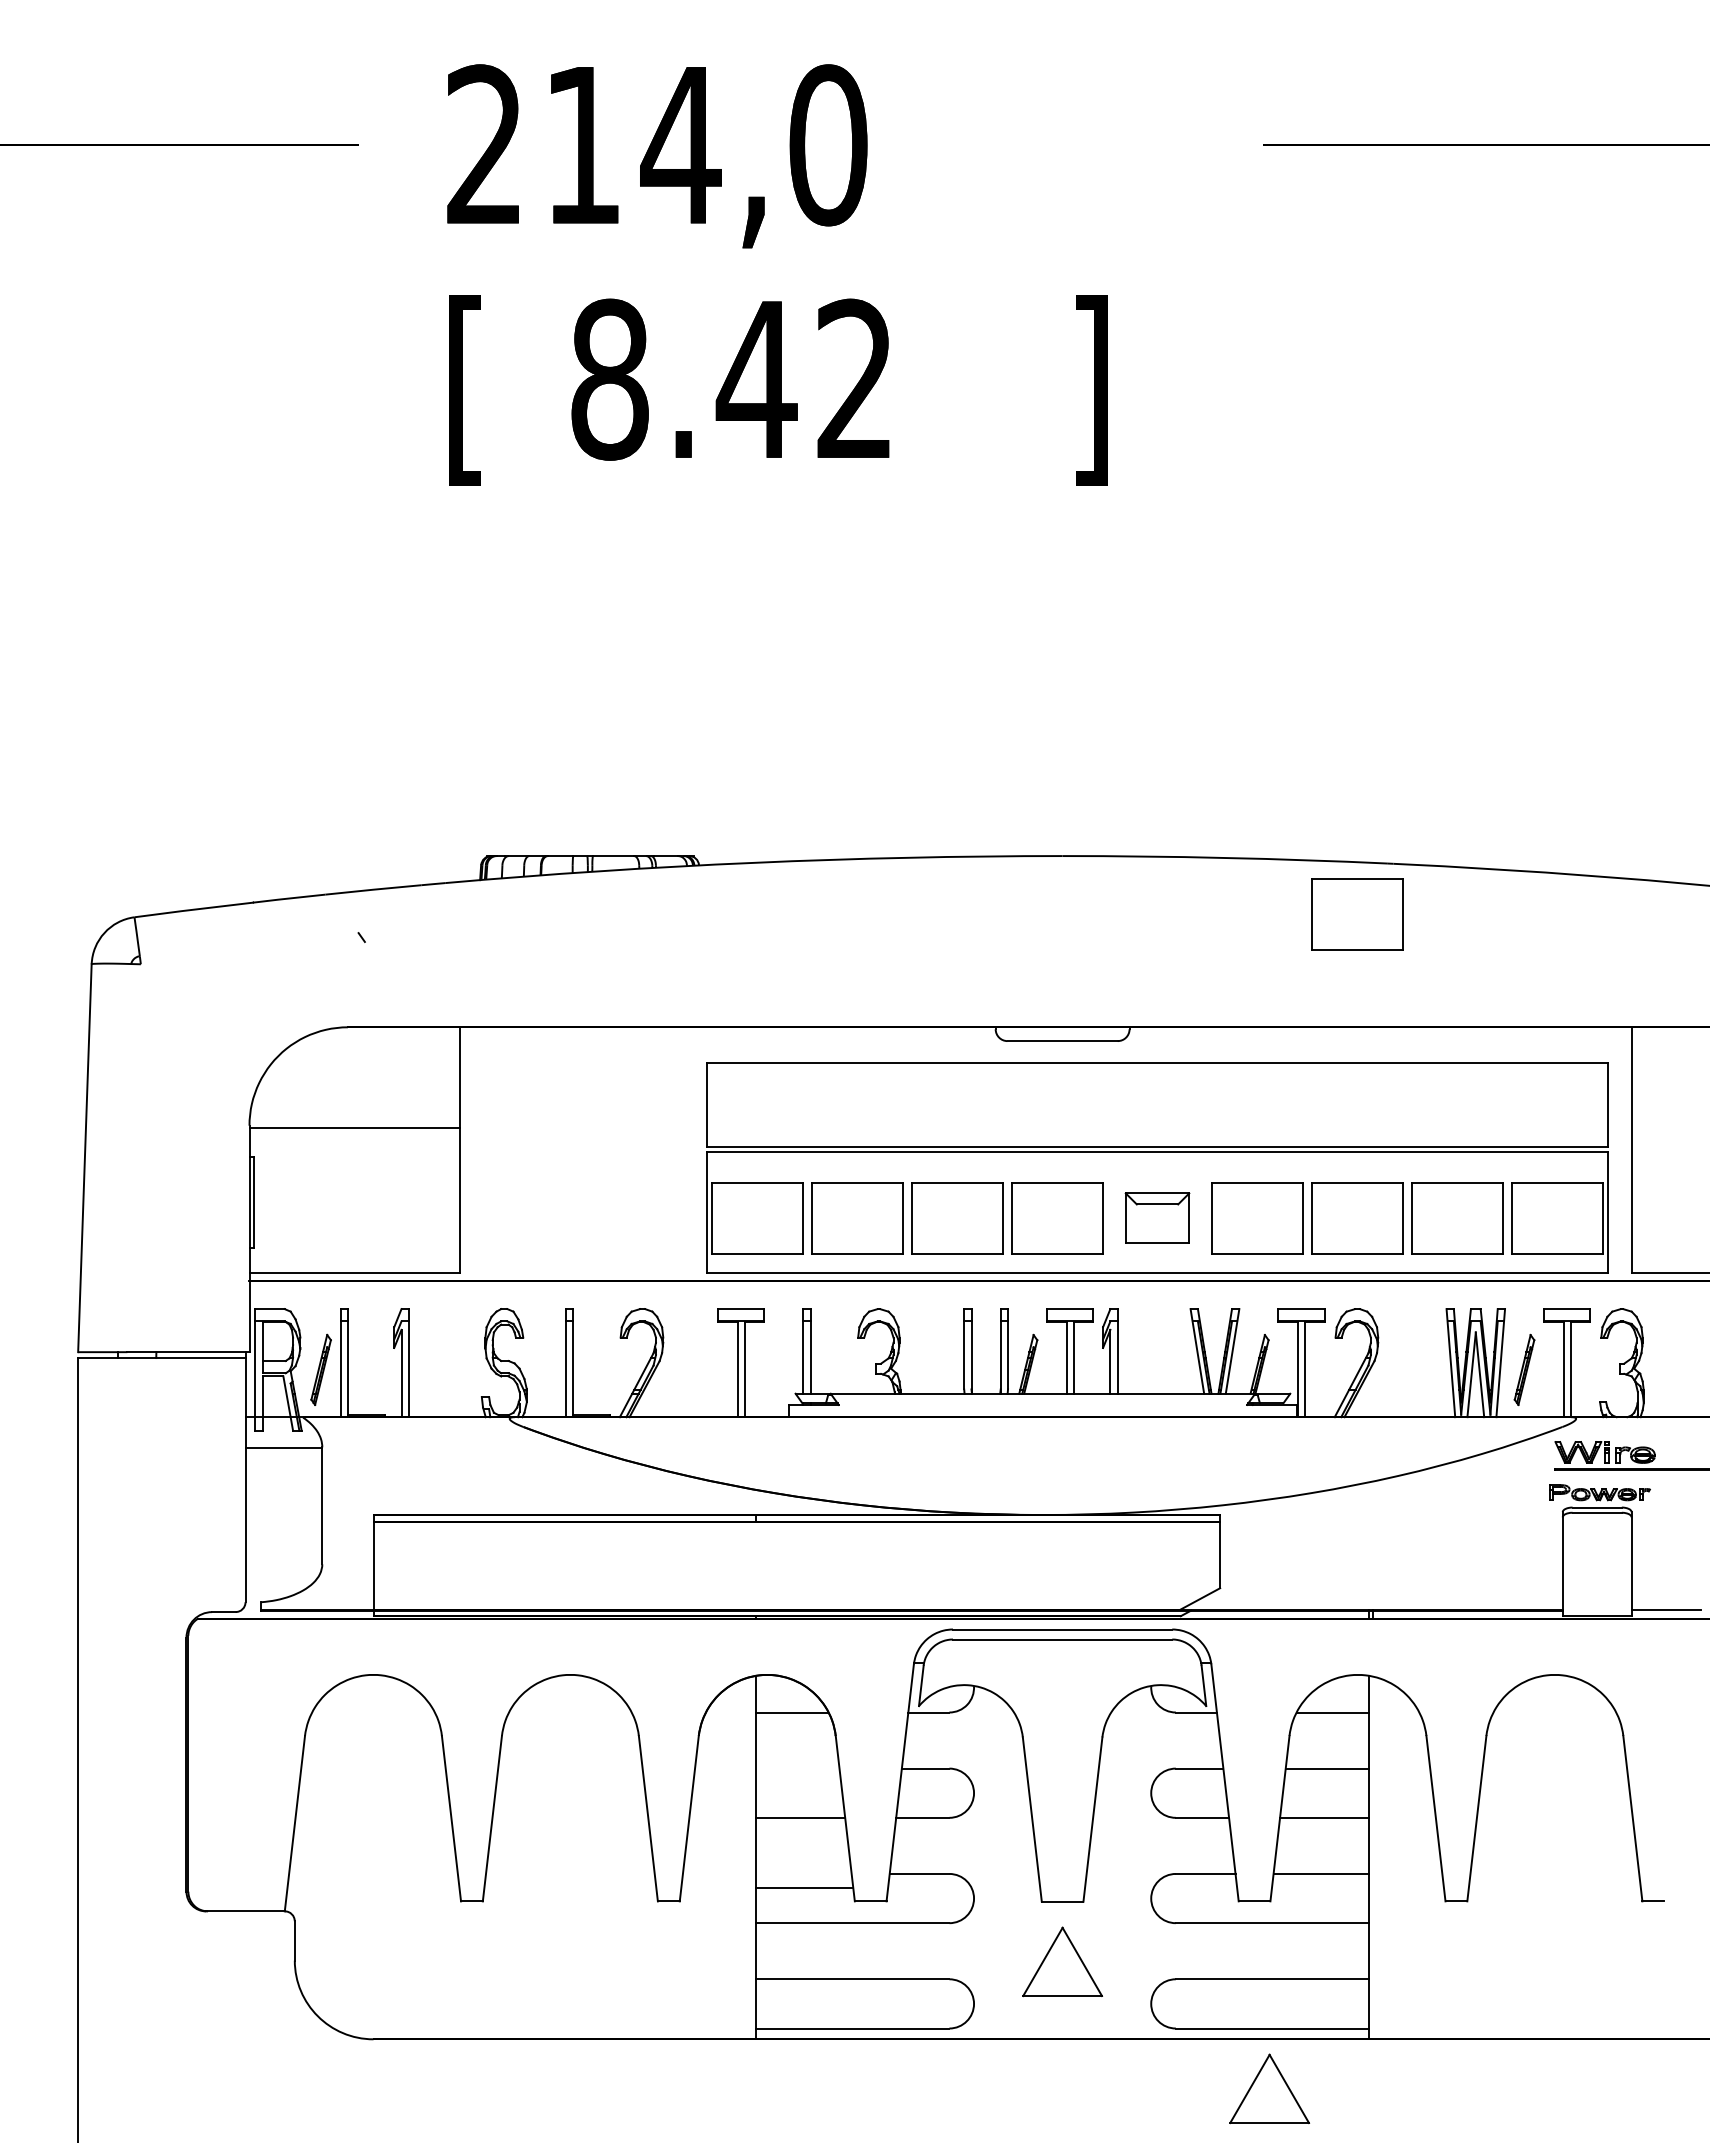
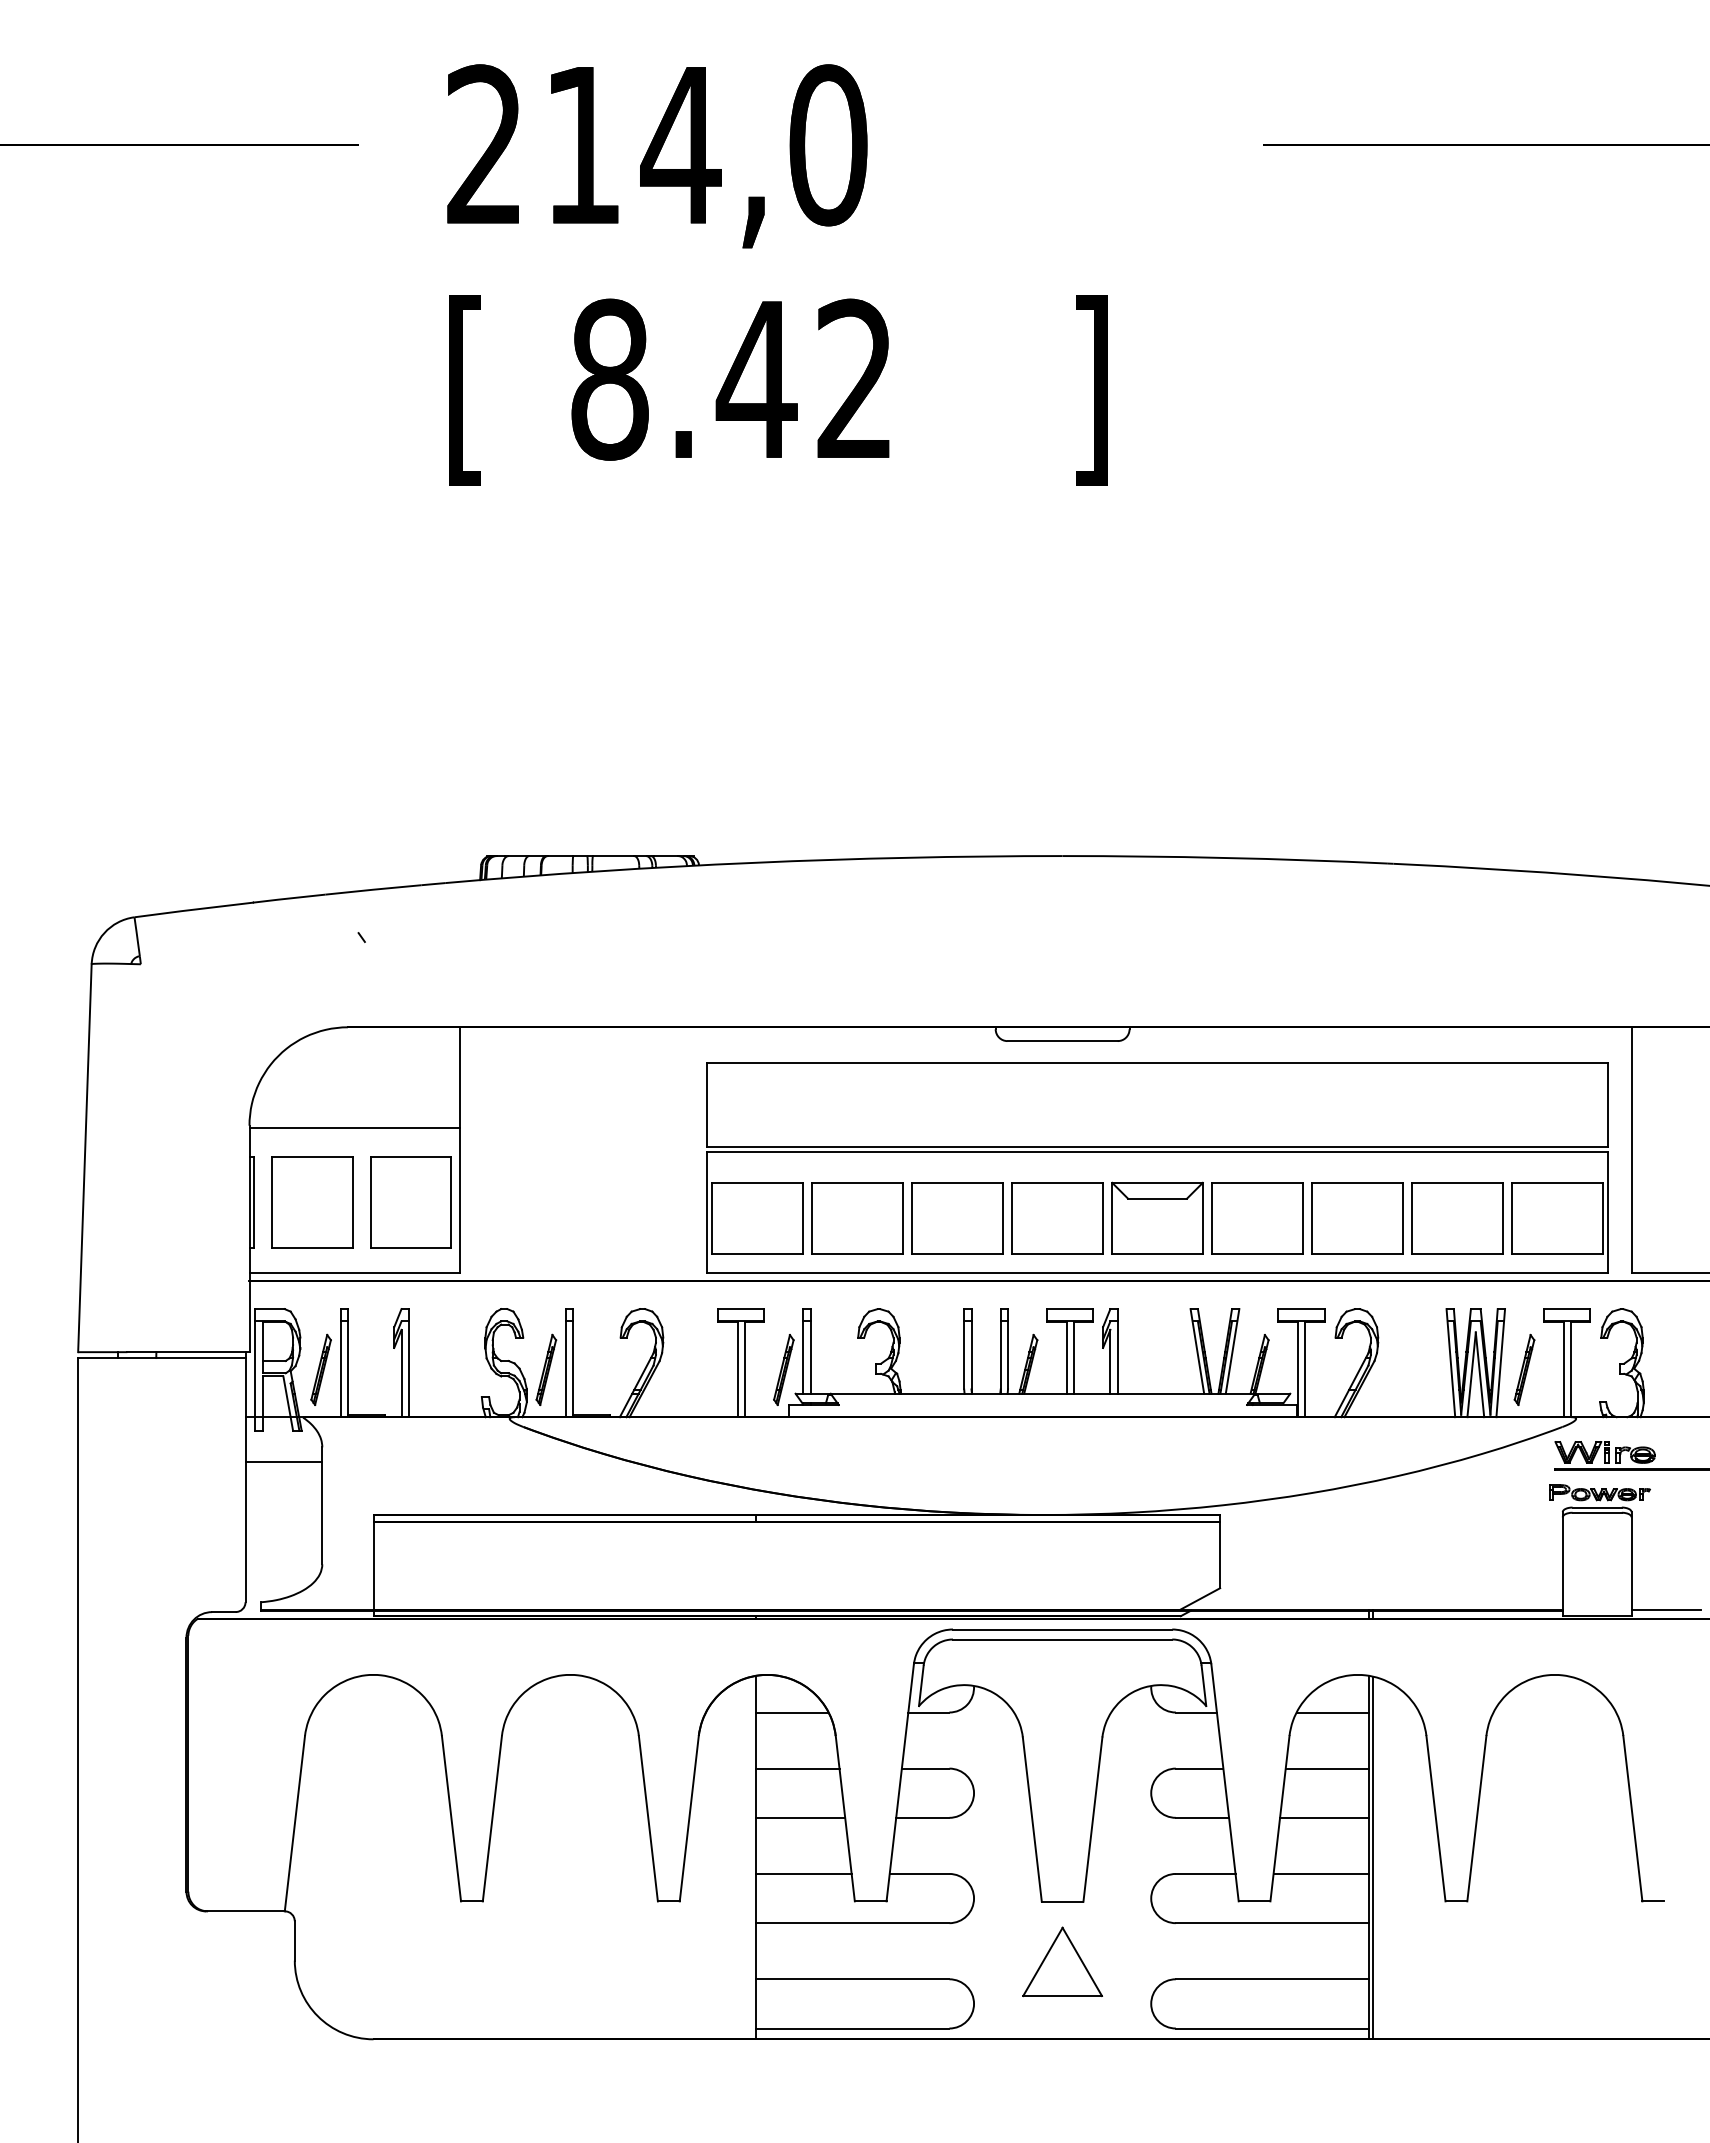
part at (1357, 914): present -> none
part at (312, 1202): none -> present
part at (410, 1202): none -> present
part at (1157, 1217) size: 67x52 px -> 93x74 px
part at (546, 1369): none -> present
part at (783, 1369): none -> present
line at (283, 1448) position: (283, 1448) -> (283, 1462)
line at (797, 1768): none -> present
line at (1372, 1857): none -> present
line at (803, 1887) position: (803, 1887) -> (803, 1873)
part at (1269, 2088): present -> none
